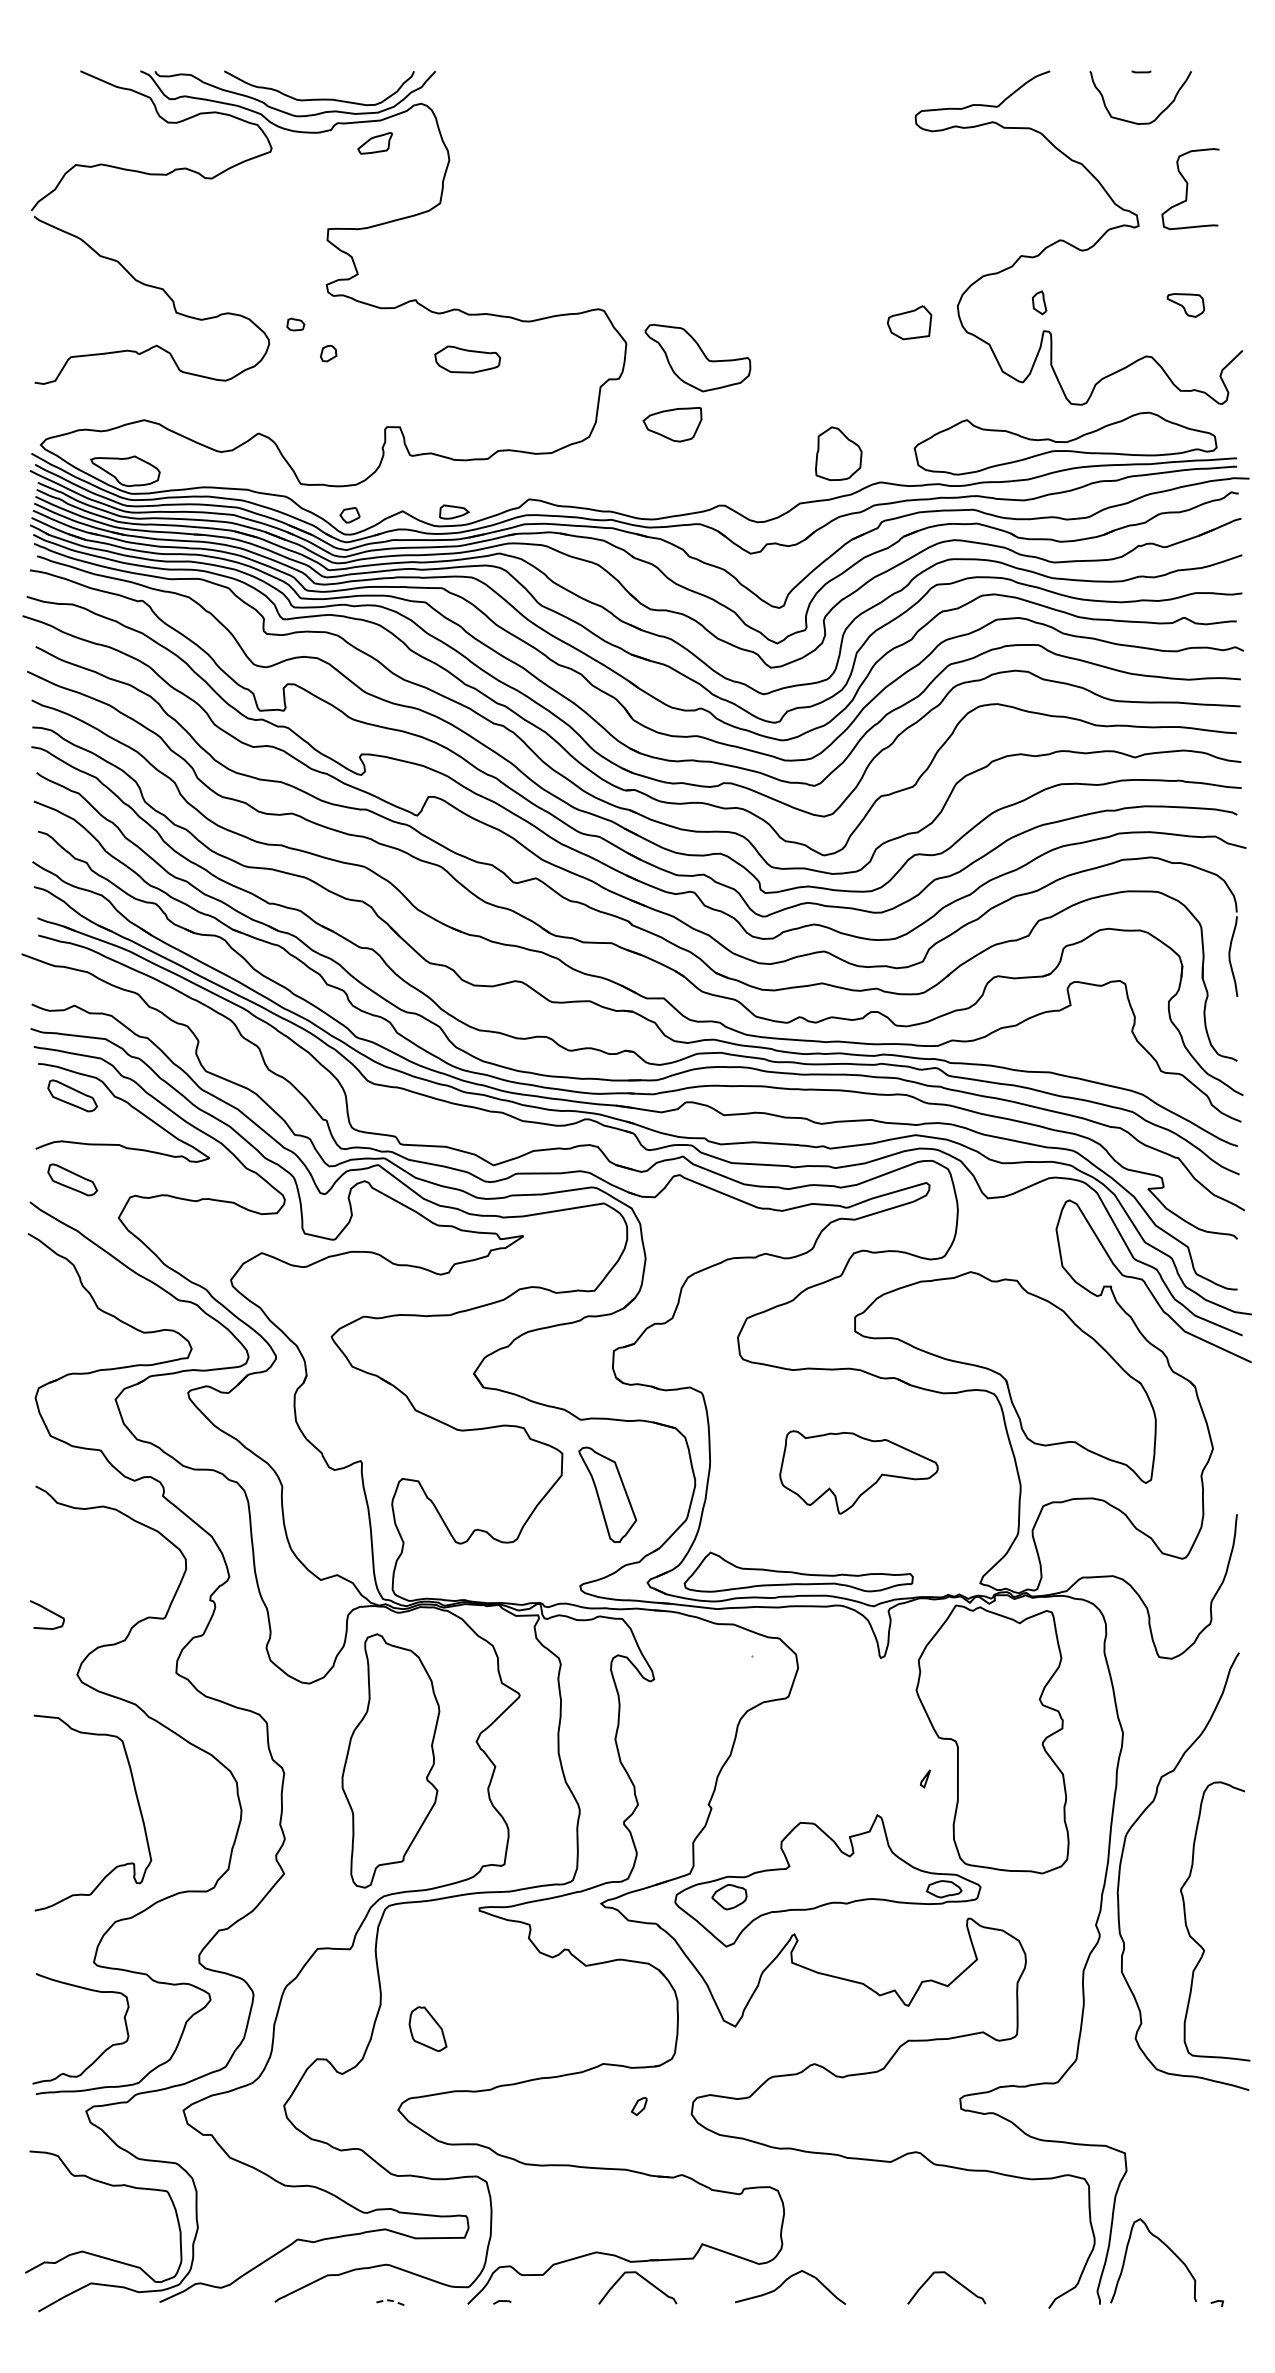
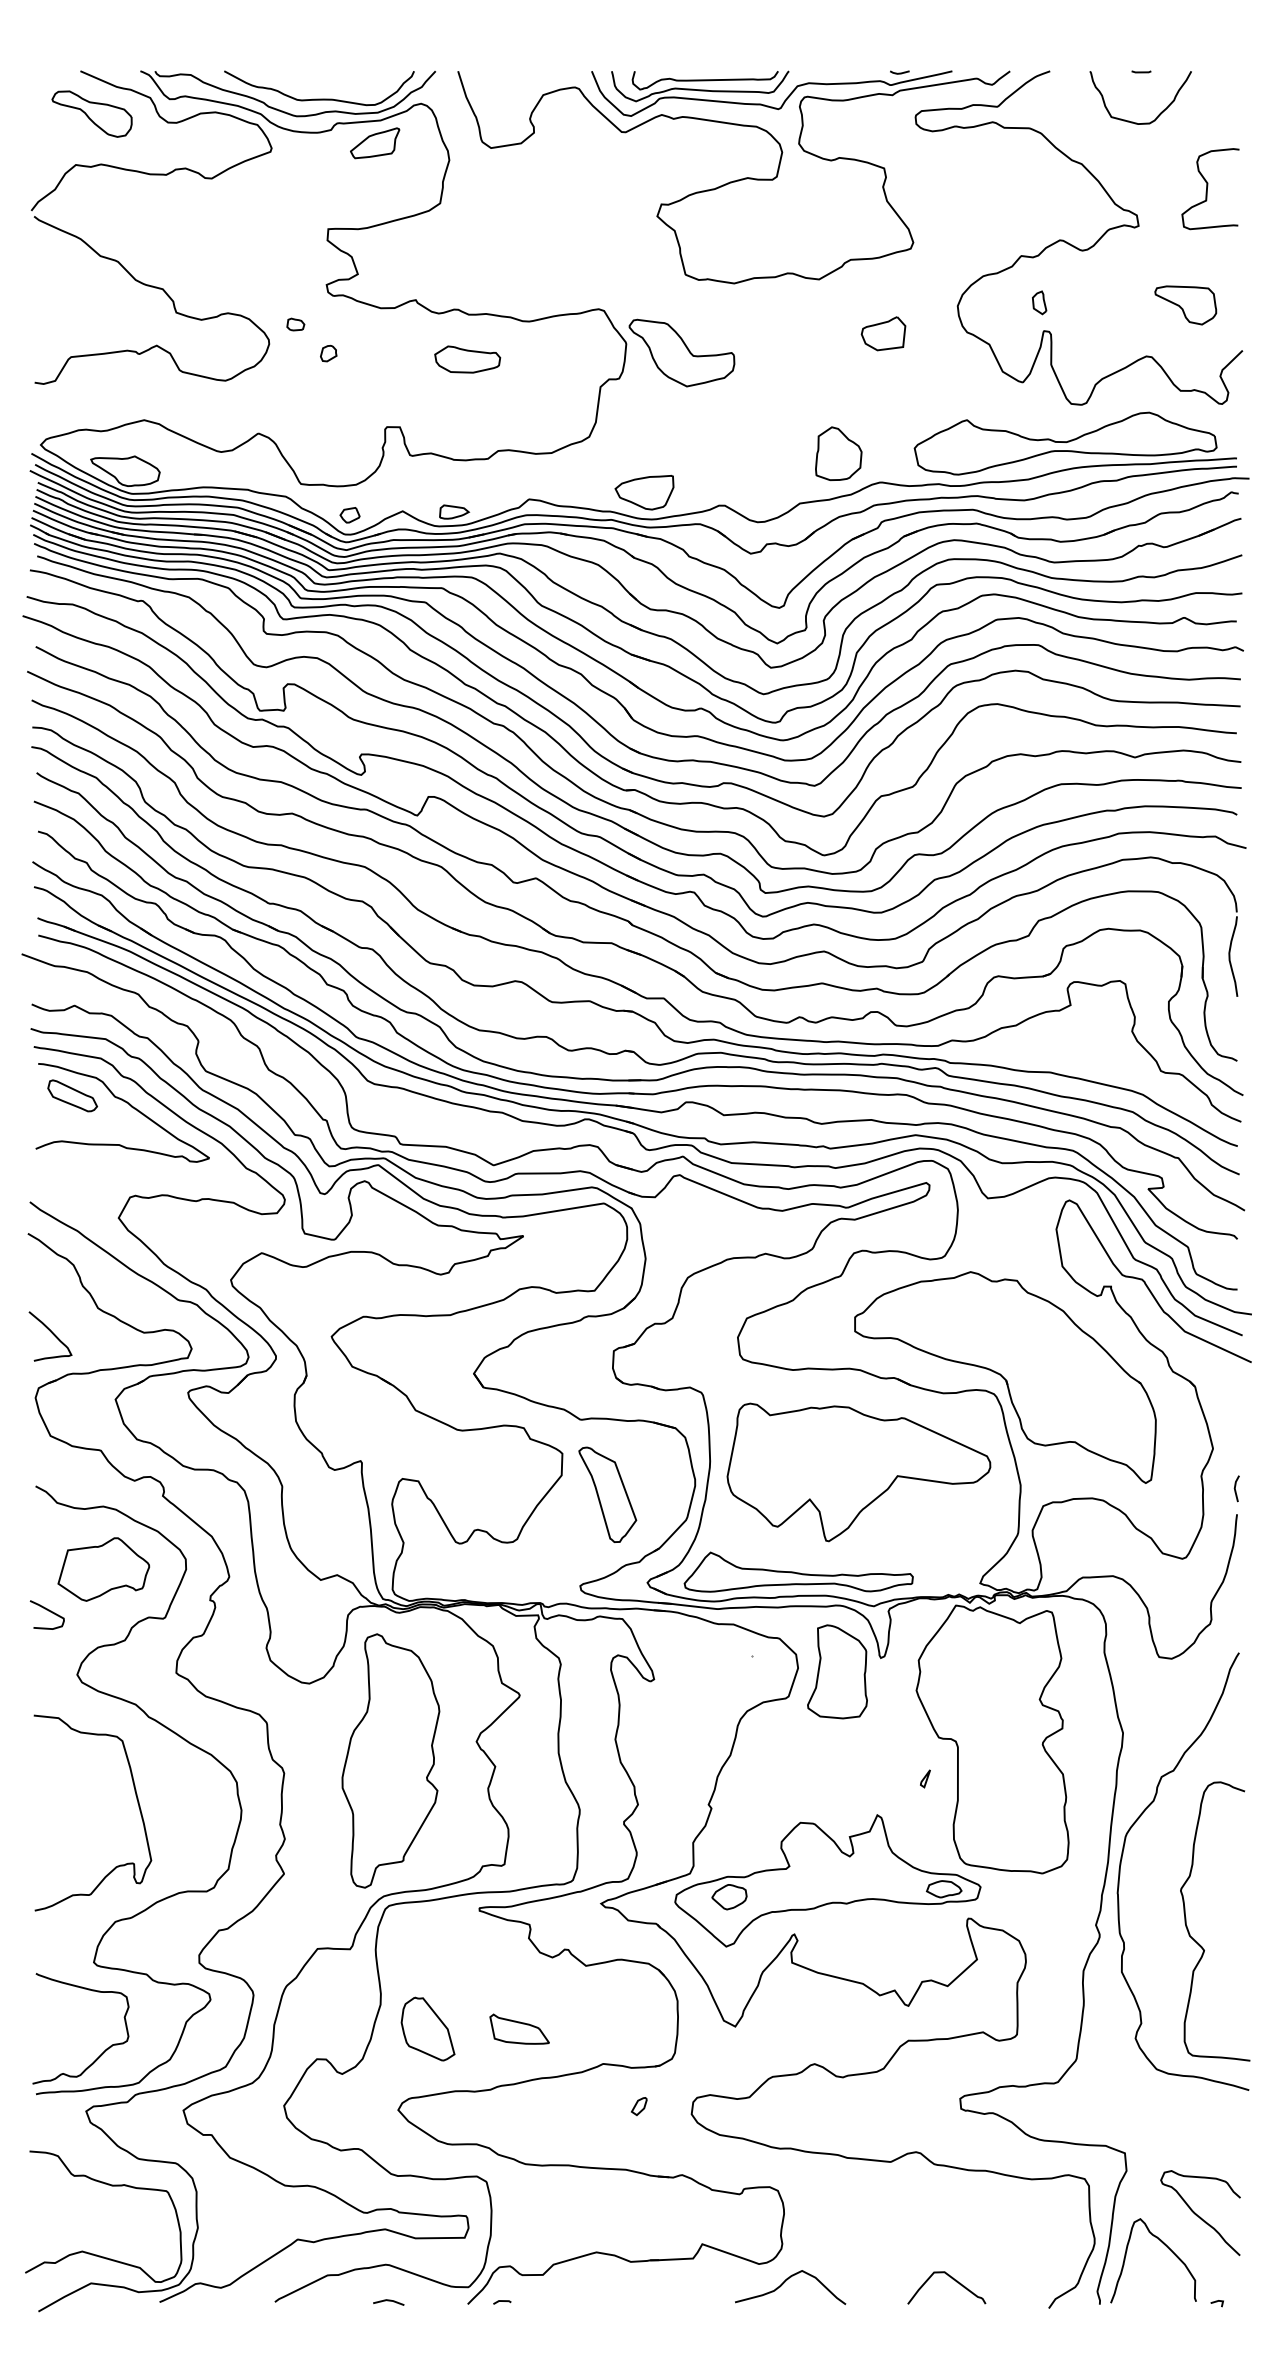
part at (91, 113): none -> present
part at (374, 143) size: 36x23 px -> 51x33 px
part at (733, 177): none -> present
curve at (1187, 189) position: (1187, 189) -> (1207, 189)
part at (1185, 305) size: 39x25 px -> 64x41 px
part at (909, 322) position: (909, 322) -> (883, 333)
part at (697, 357) position: (697, 357) -> (681, 352)
part at (672, 424) position: (672, 424) -> (644, 492)
part at (72, 1179): present -> none
curve at (52, 1334): none -> present
part at (858, 1472) size: 160x85 px -> 266x141 px
line at (1235, 1488): none -> present
part at (103, 1569): none -> present
part at (837, 1671): none -> present
part at (427, 2028) size: 40x46 px -> 56x66 px
part at (519, 2028): none -> present
curve at (1197, 2214): none -> present
curve at (643, 2279): present -> none
line at (388, 2300): dashed -> solid
